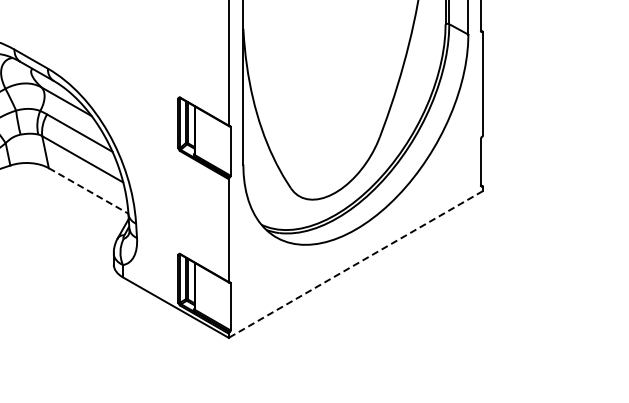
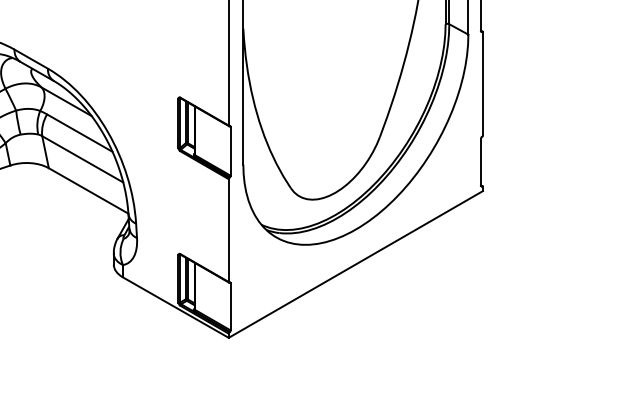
line at (88, 190): dashed -> solid
line at (355, 264): dashed -> solid
